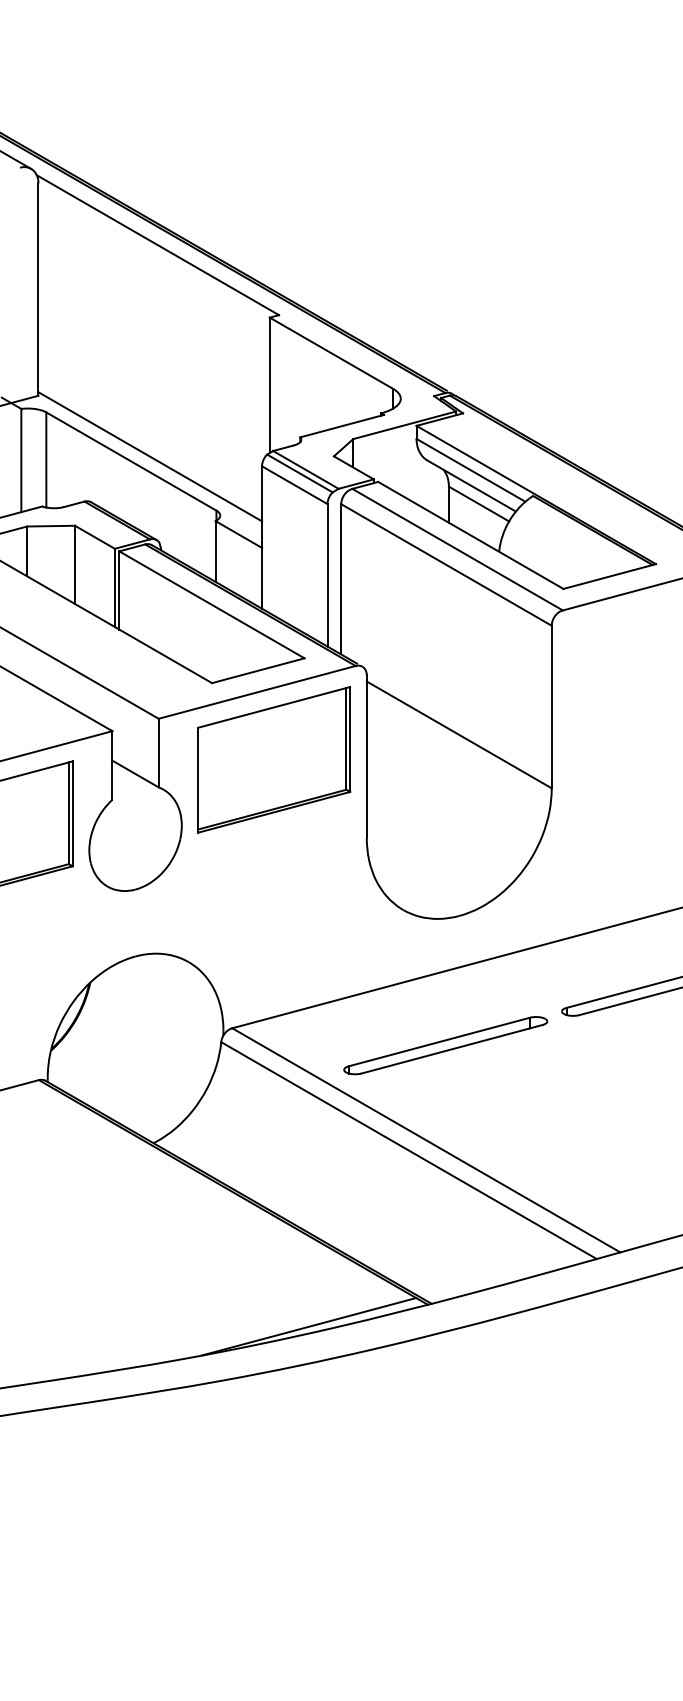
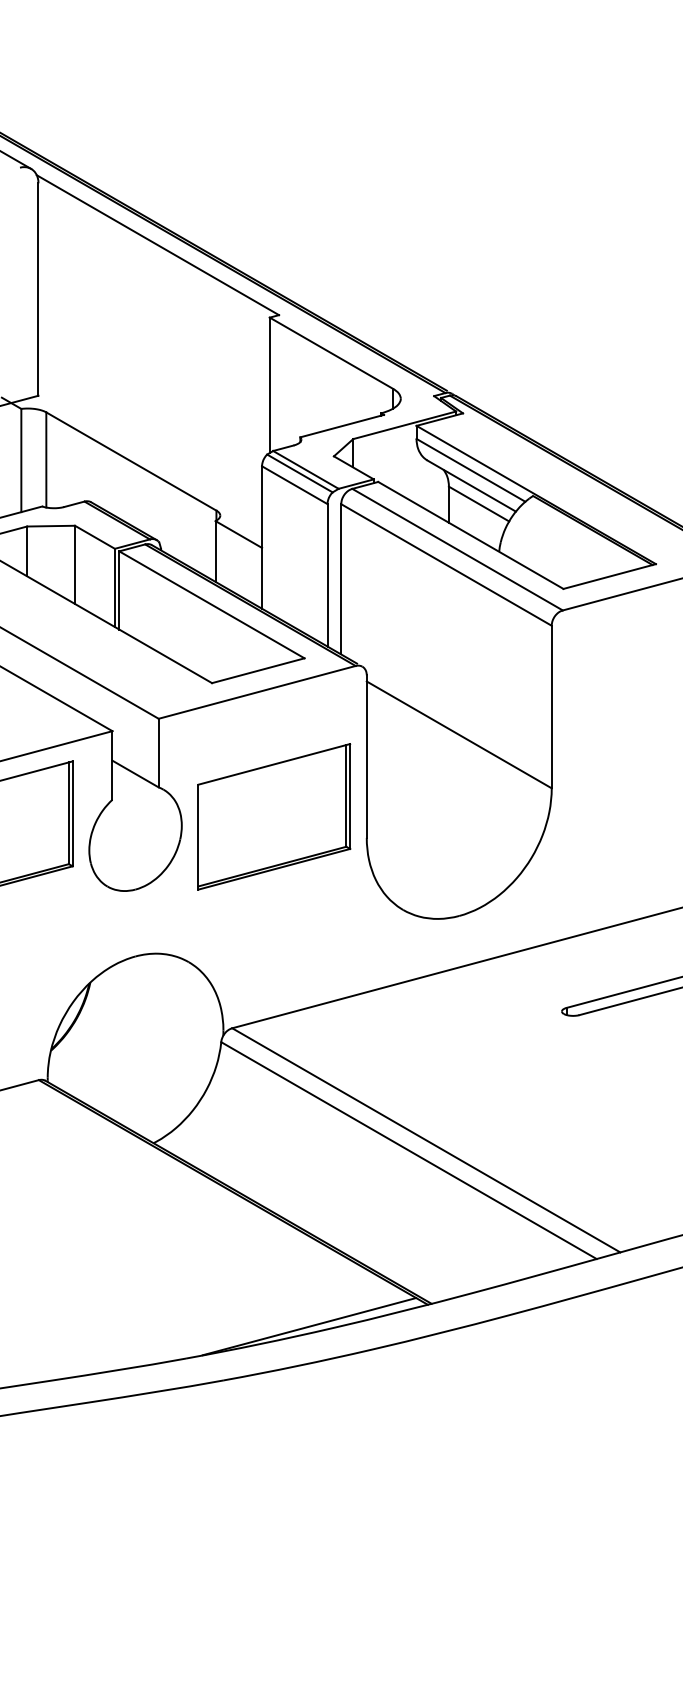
line at (150, 456): present -> none
part at (274, 759) position: (274, 759) -> (274, 816)
part at (445, 1045): present -> none
